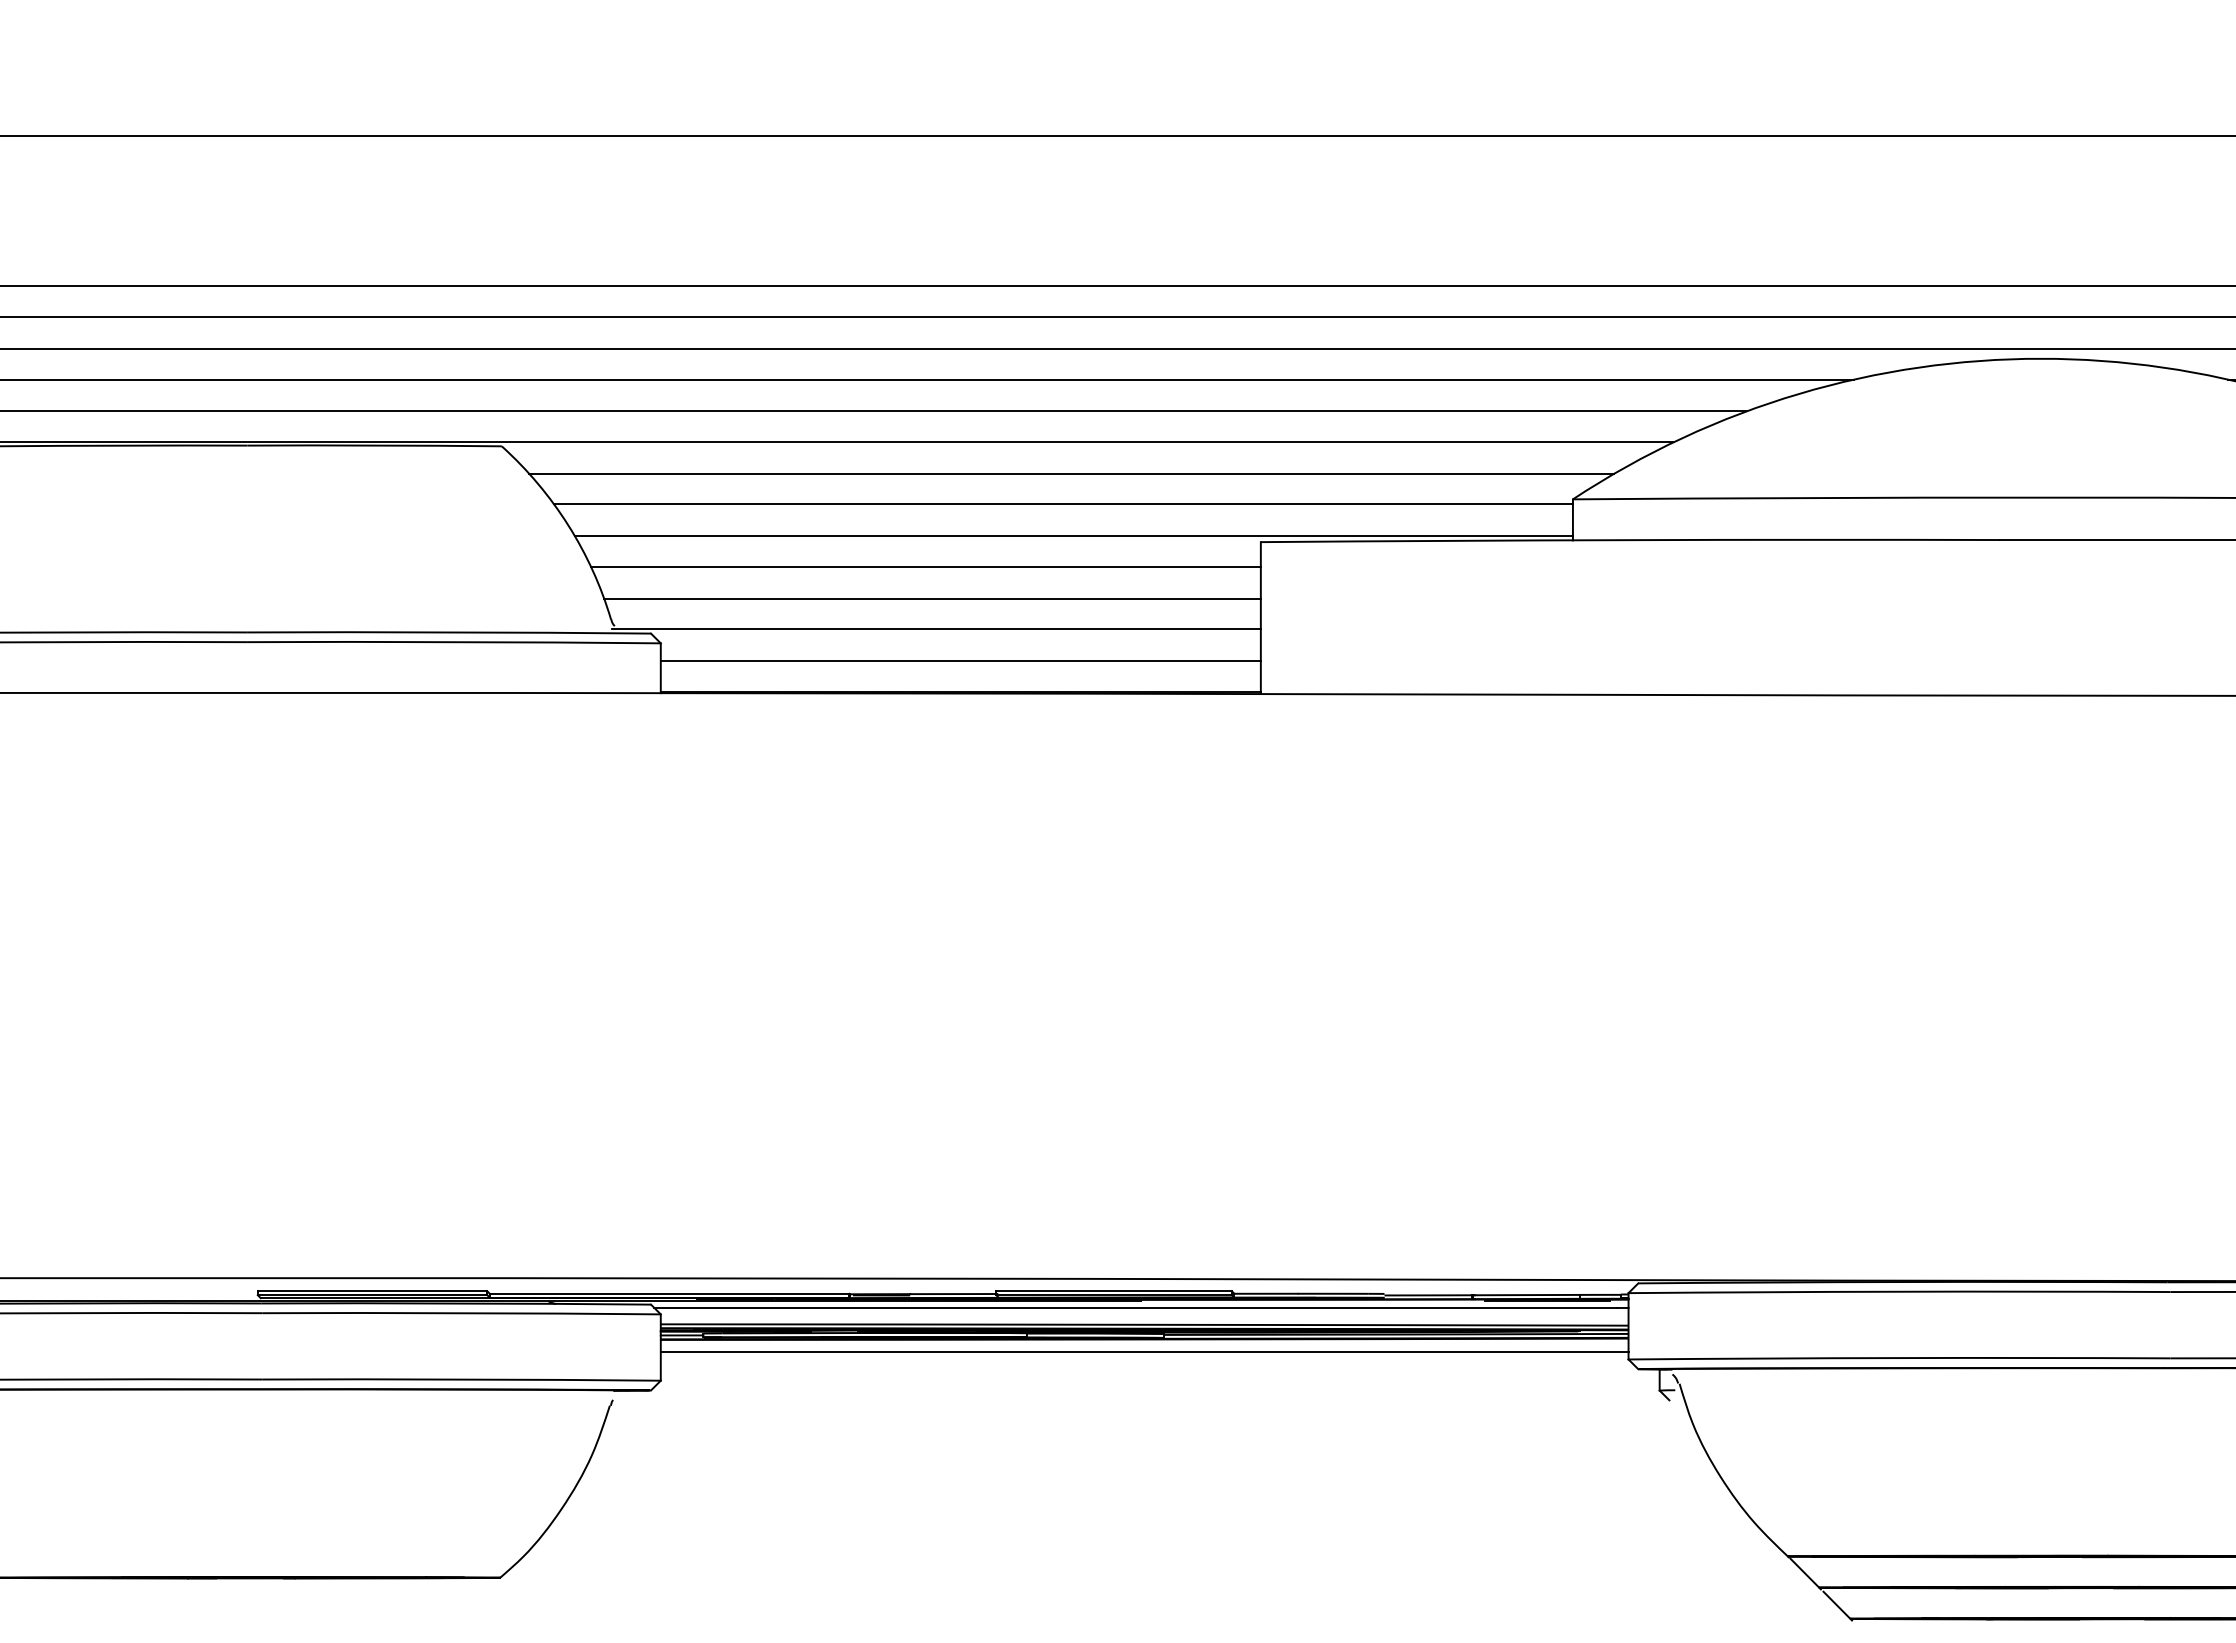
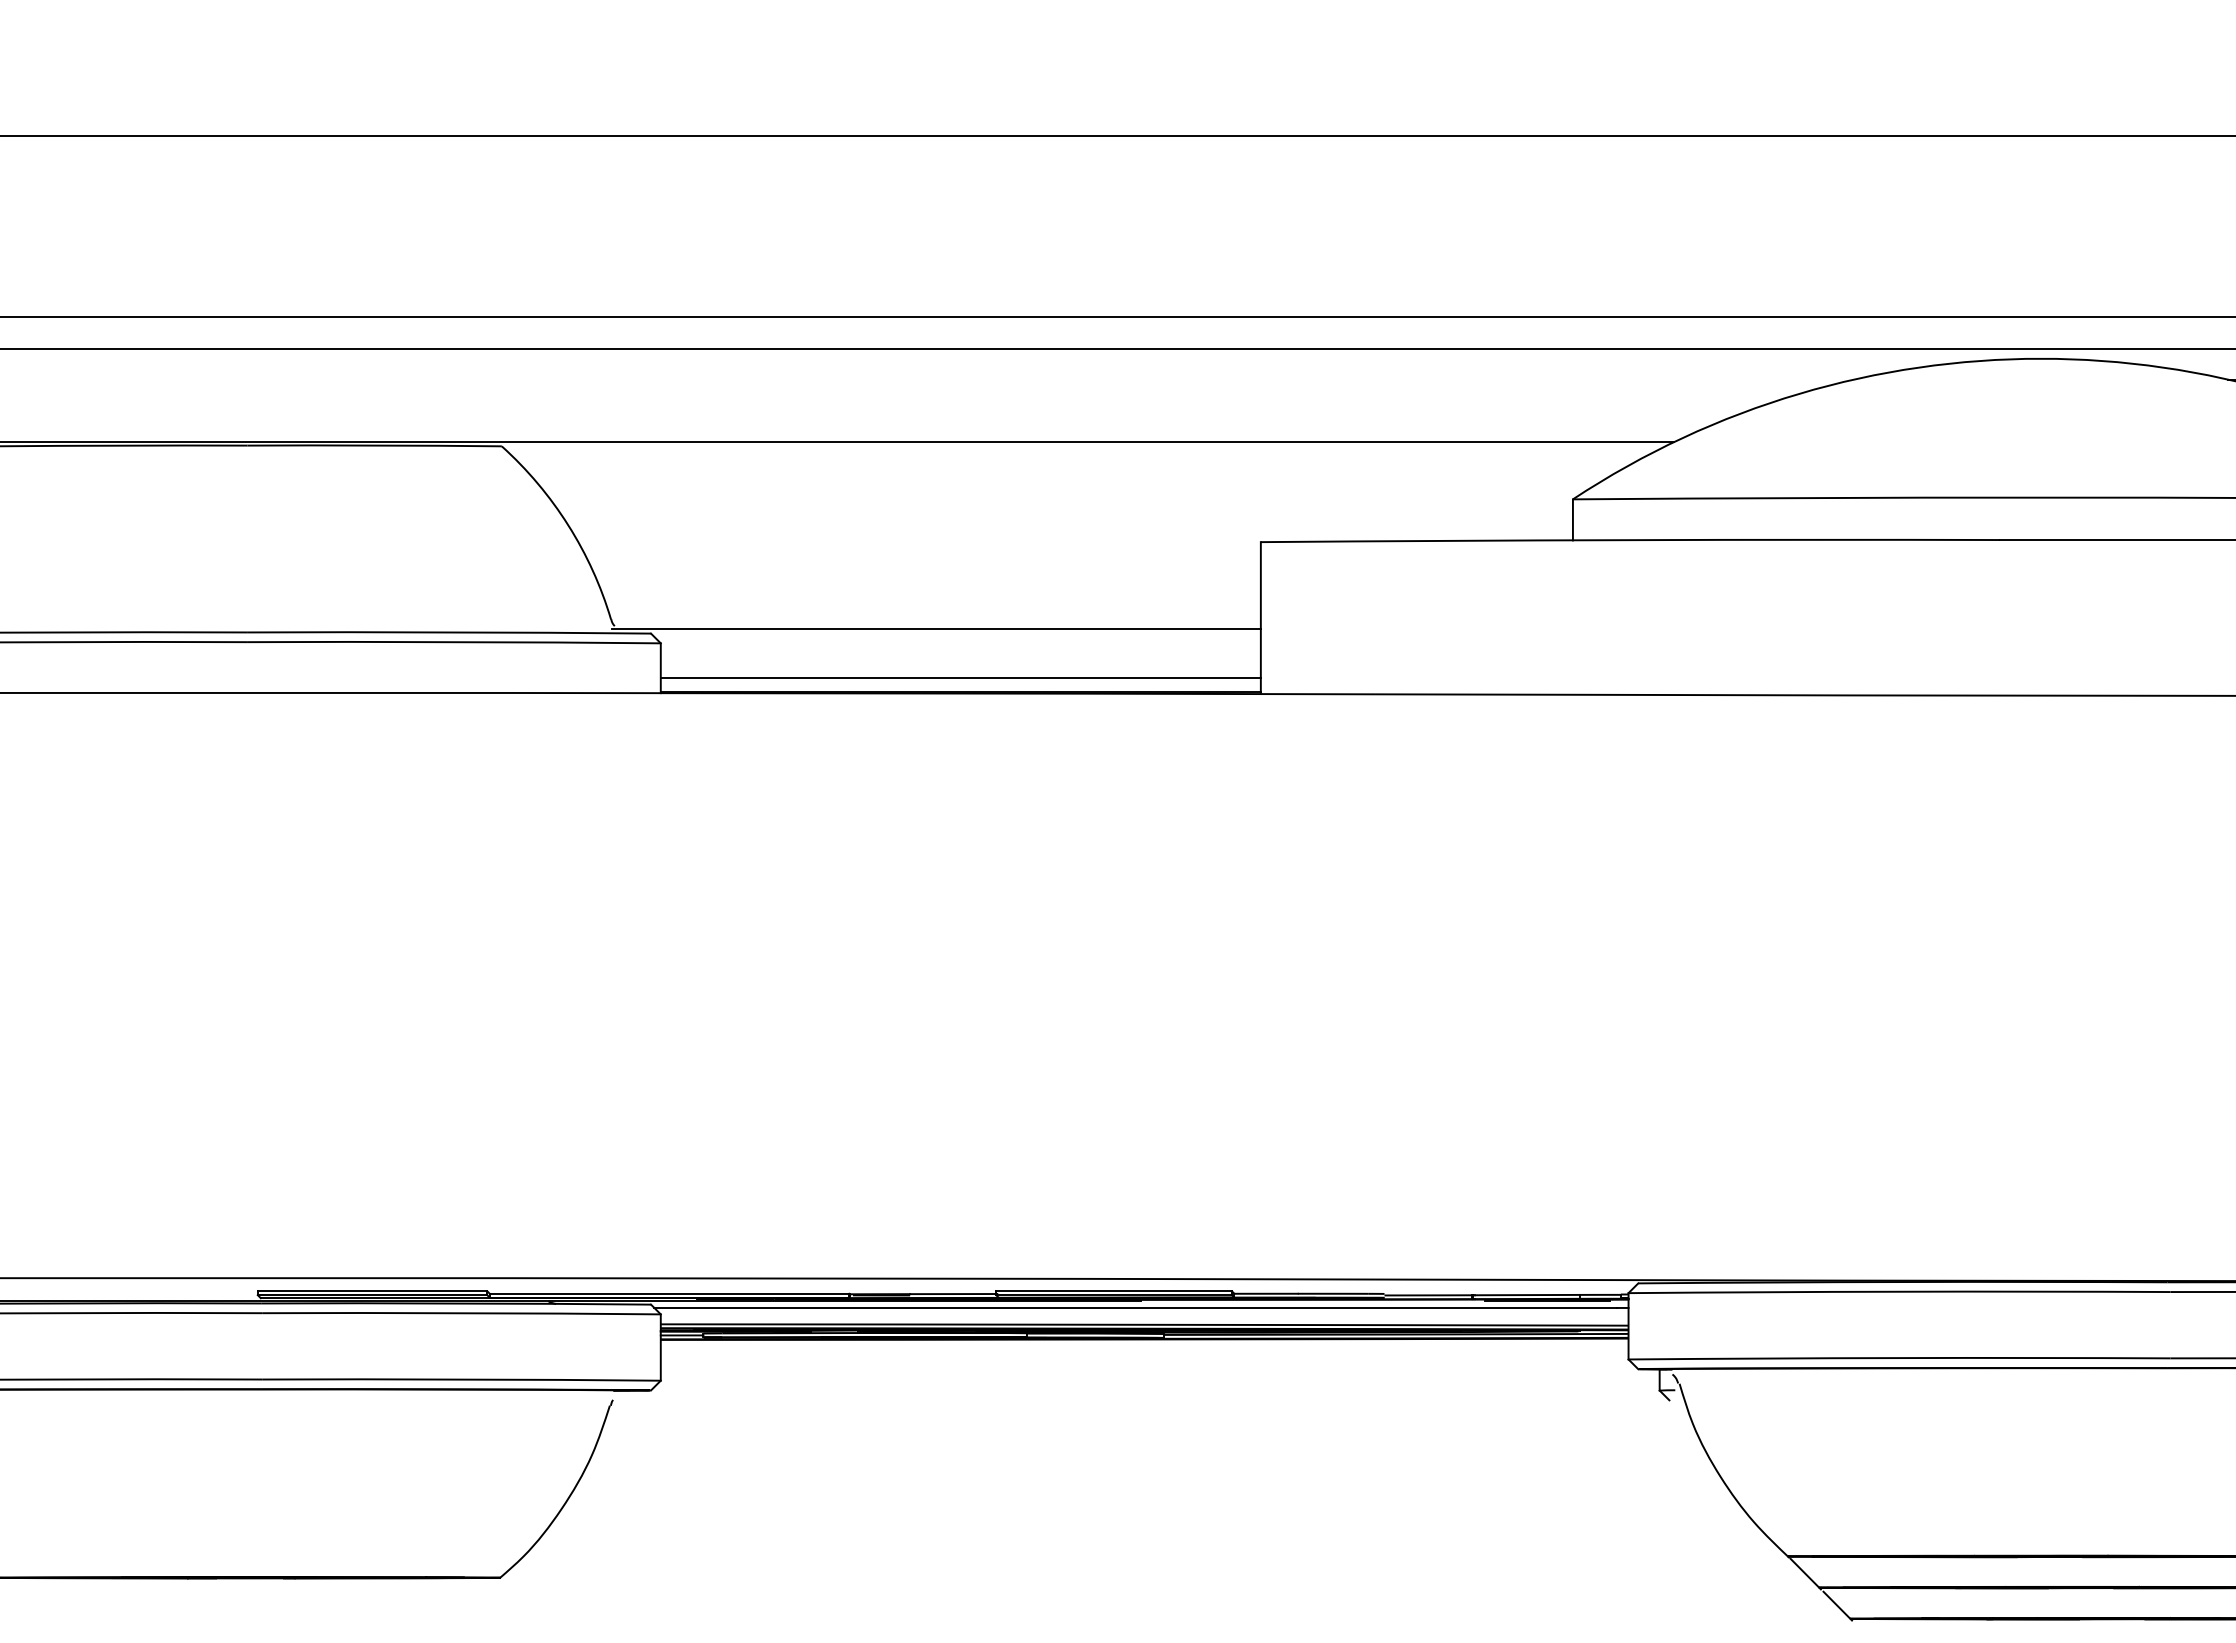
line at (1117, 286): present -> none
line at (928, 379): present -> none
line at (874, 411): present -> none
line at (1071, 473): present -> none
line at (1063, 504): present -> none
line at (1073, 536): present -> none
line at (925, 566): present -> none
line at (932, 598): present -> none
line at (960, 660) position: (960, 660) -> (960, 677)
line at (1144, 1351): present -> none
